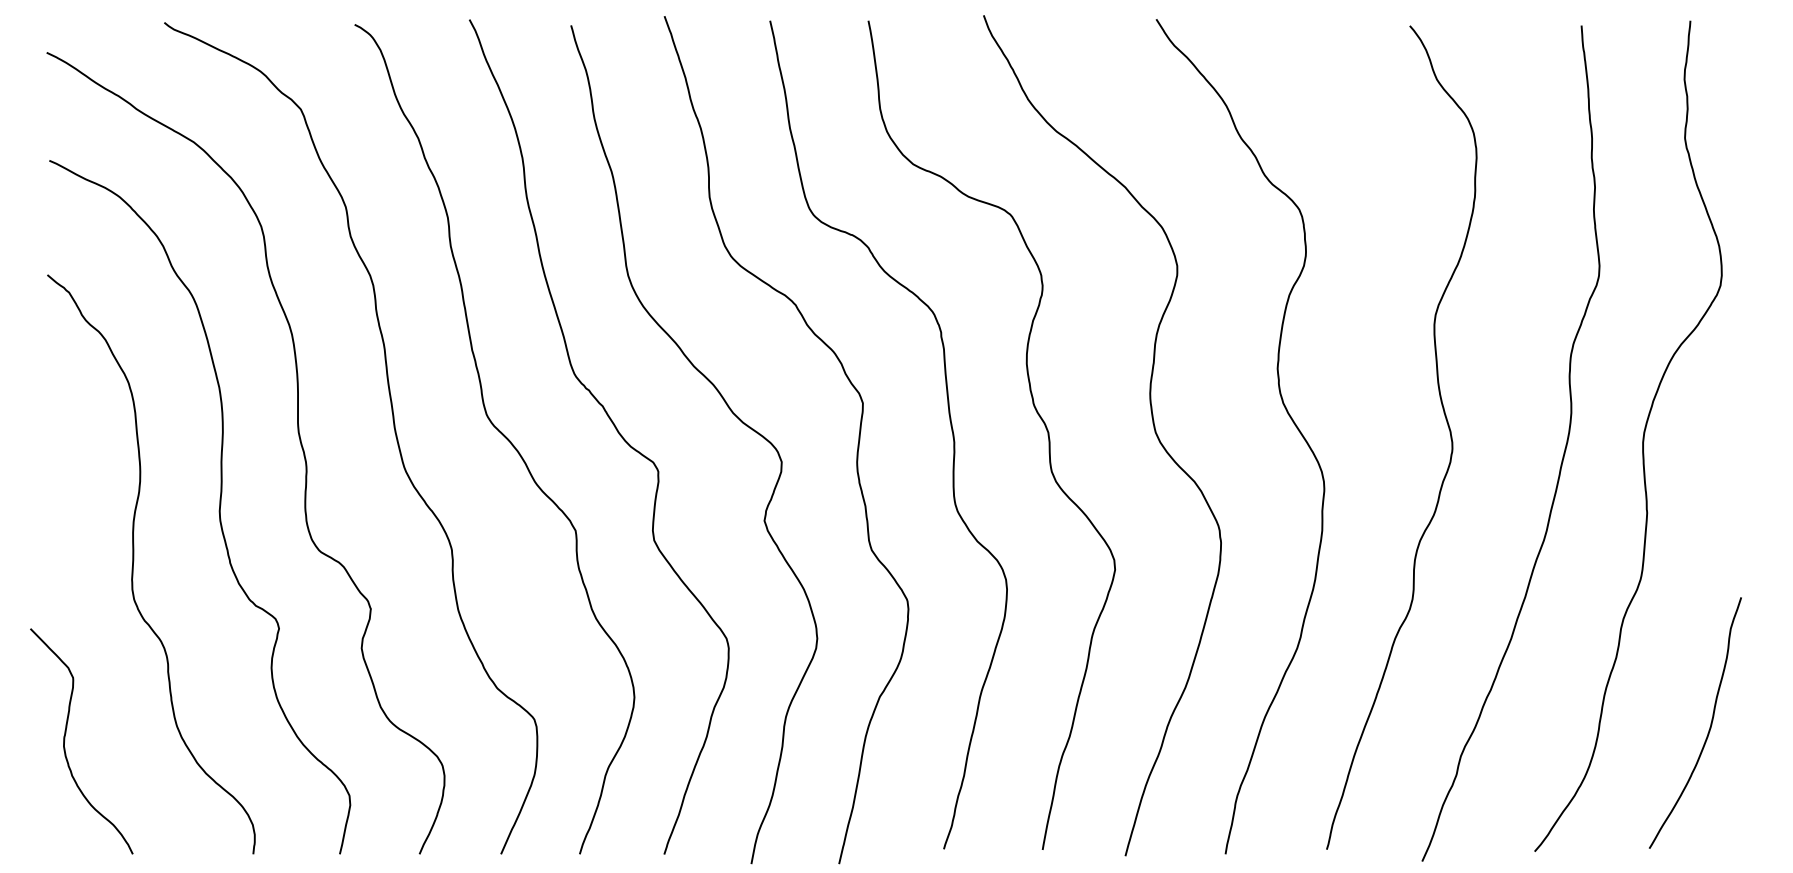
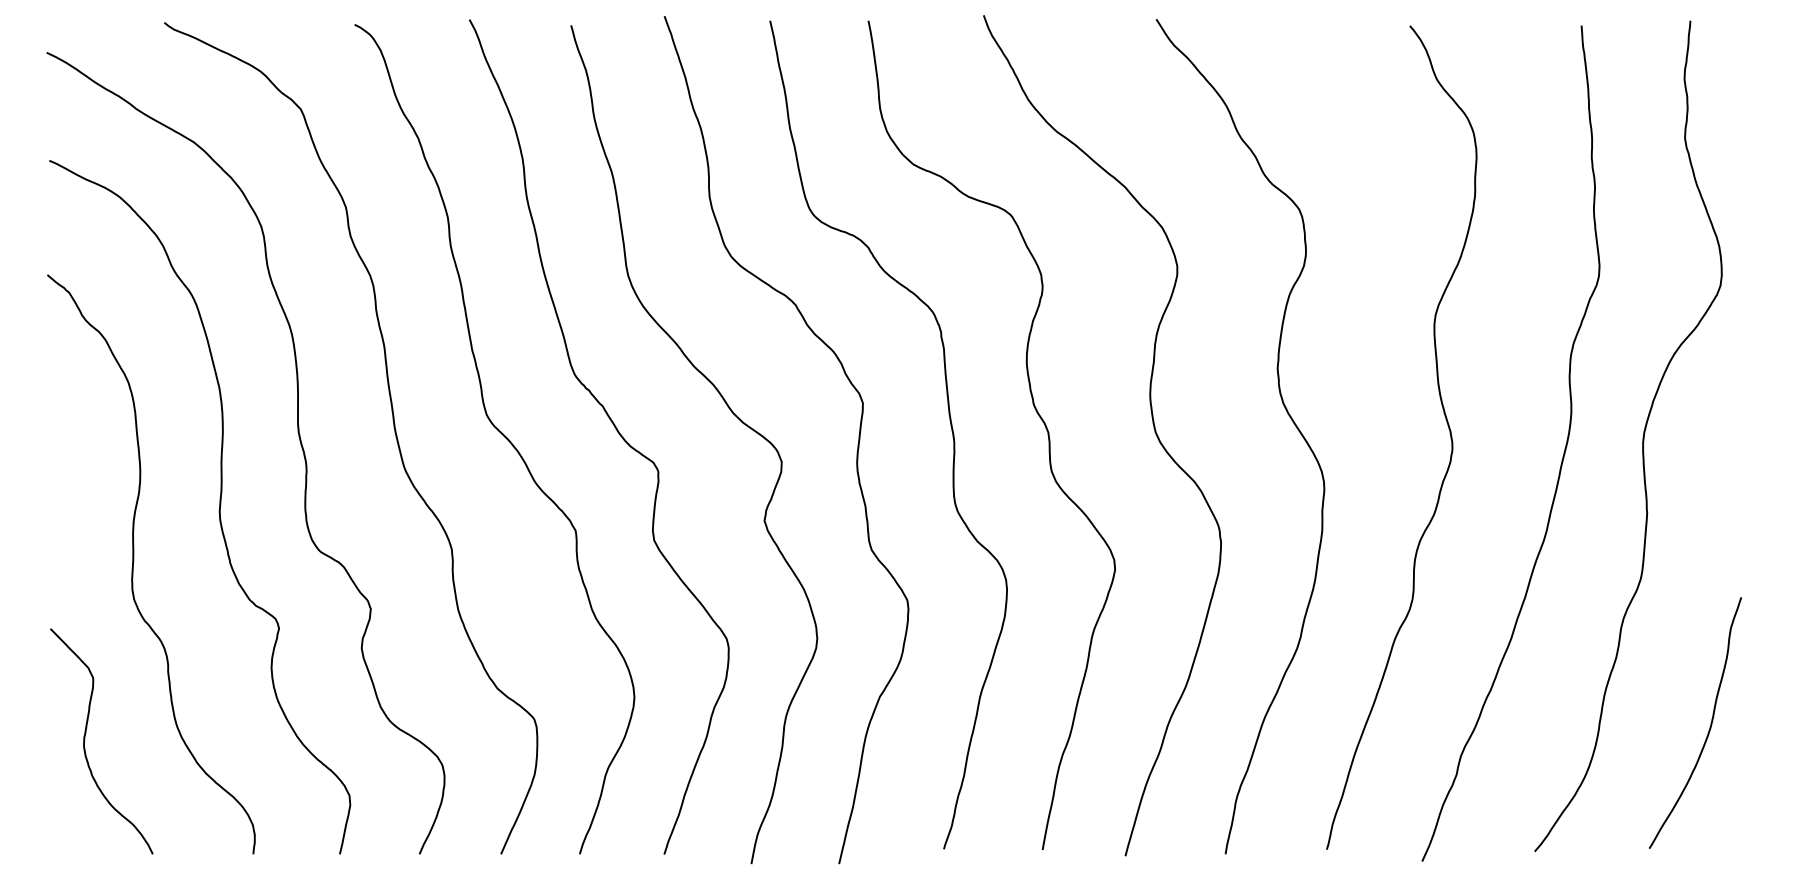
curve at (65, 740) position: (65, 740) -> (85, 740)
